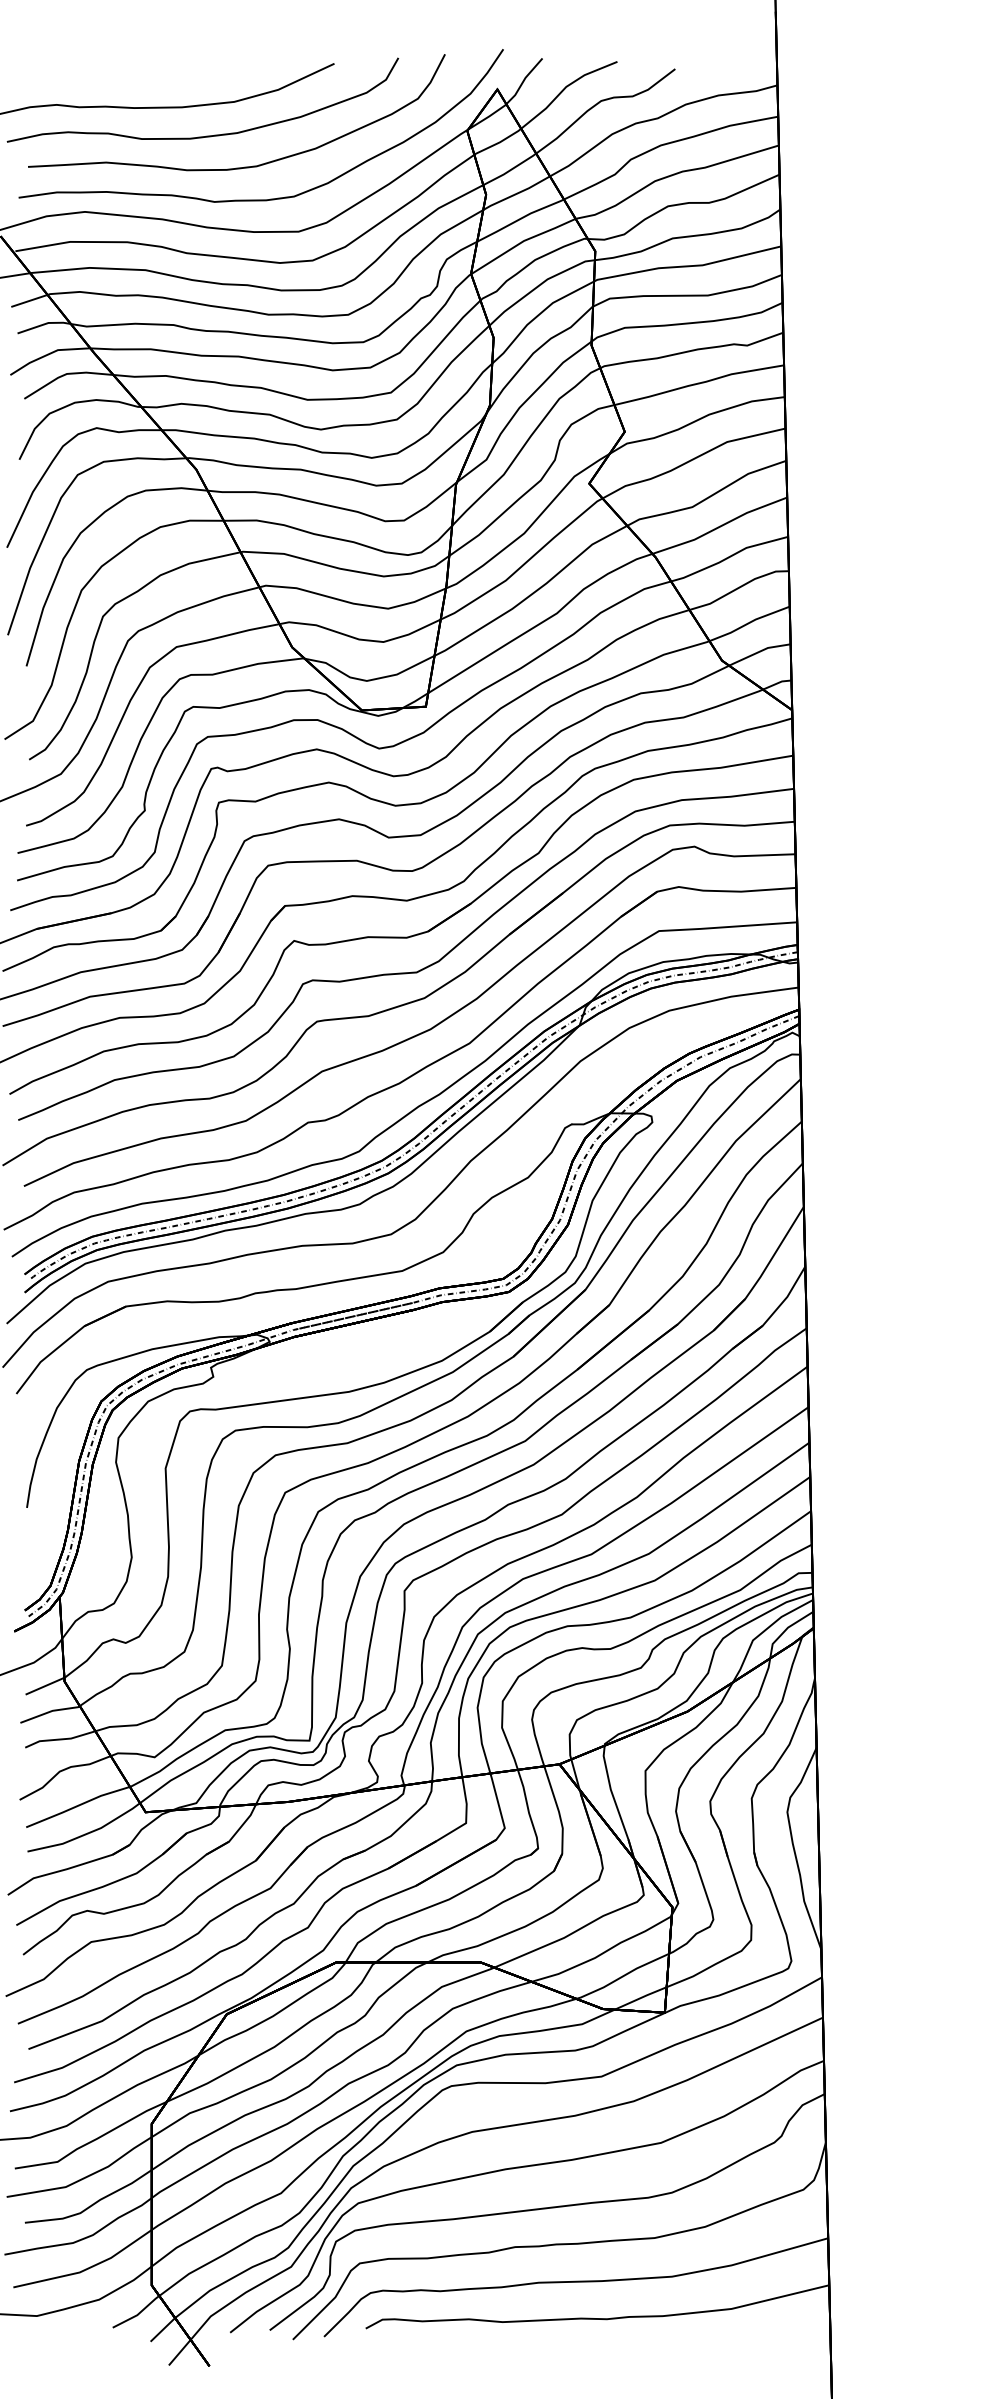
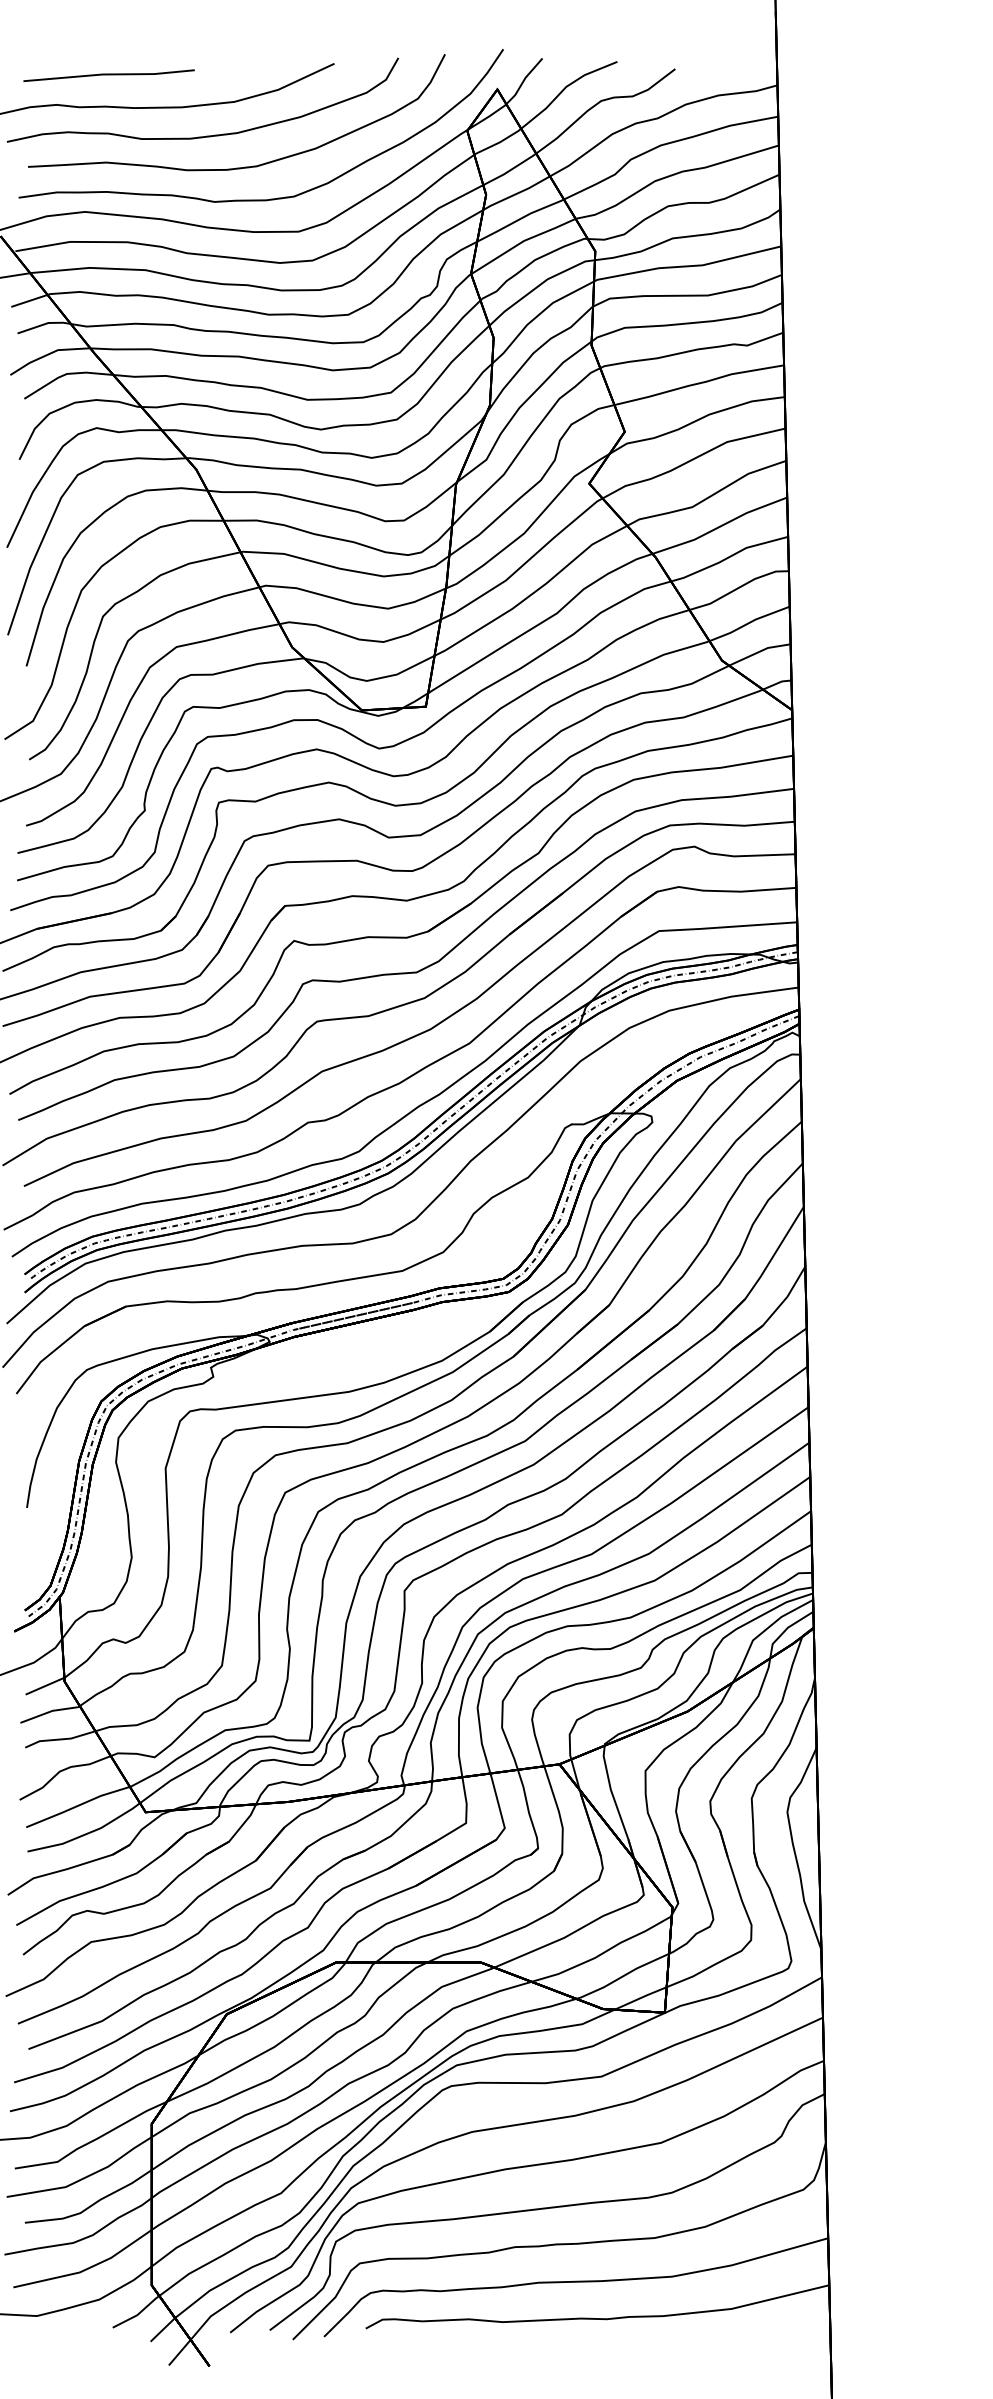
line at (108, 75): none -> present
